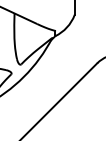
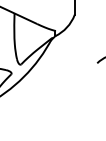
line at (59, 100): present -> none
